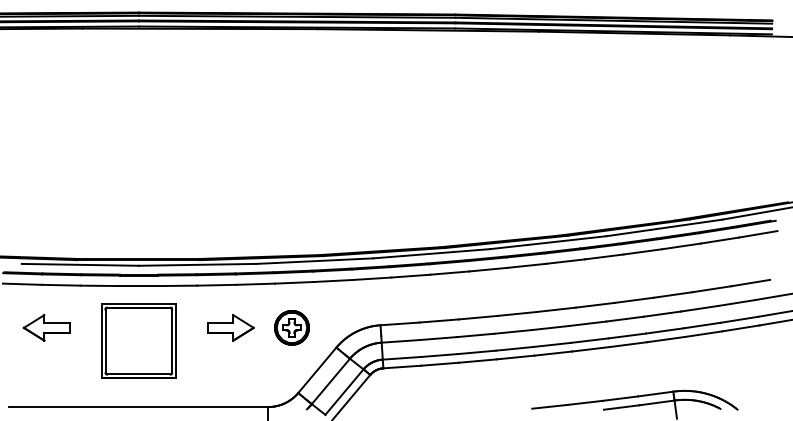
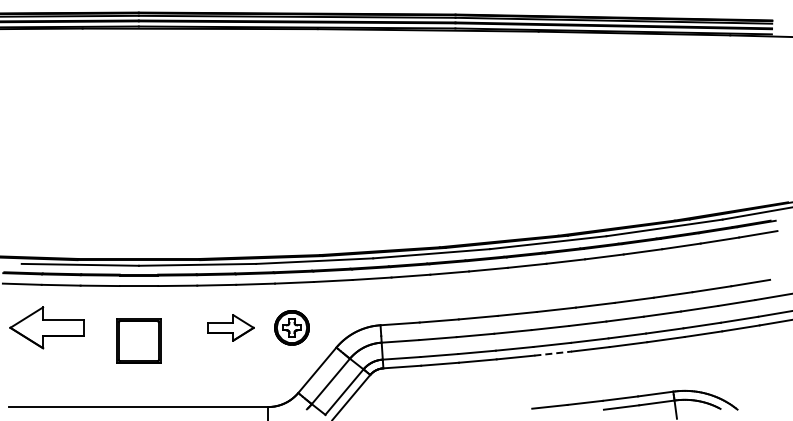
part at (46, 327) size: 49x28 px -> 76x44 px
part at (138, 340) size: 76x76 px -> 46x46 px
line at (553, 353): solid -> dashed
